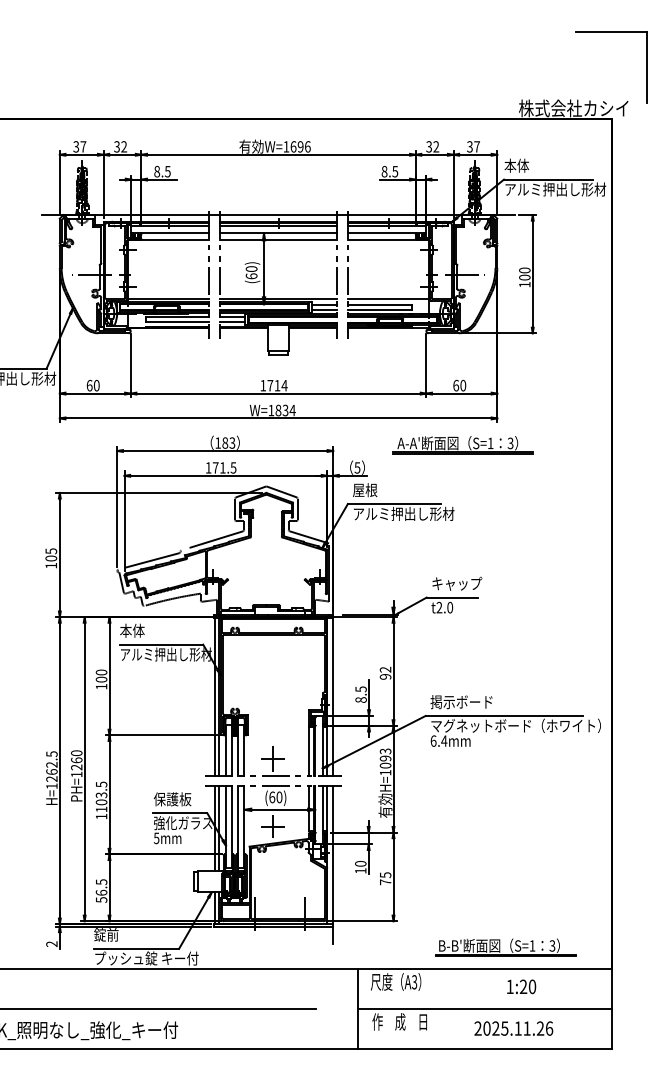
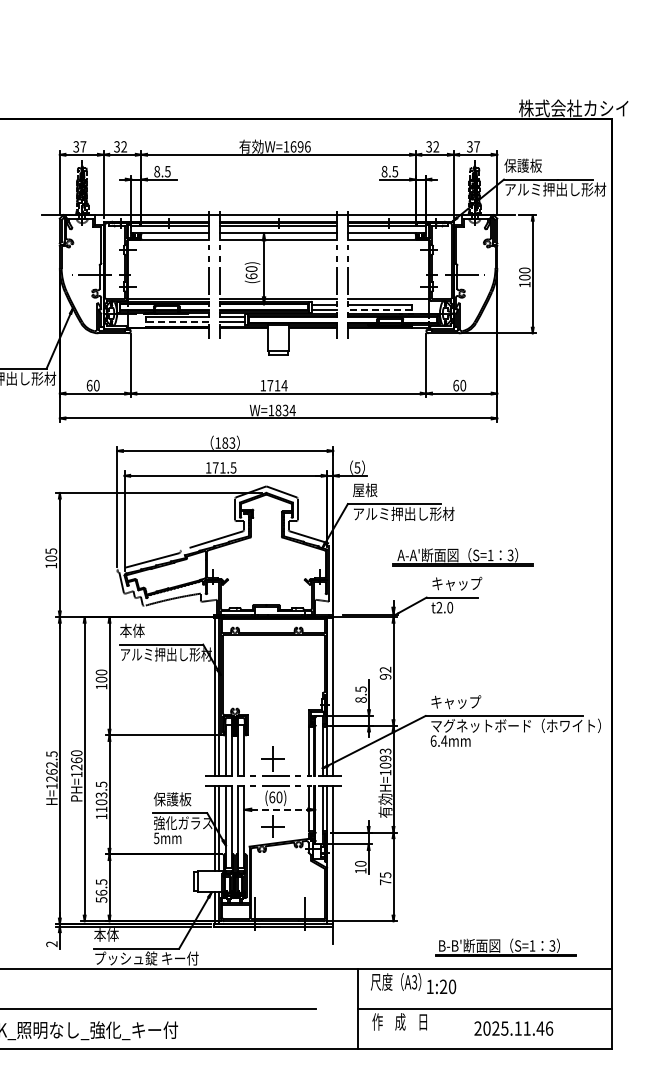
part at (611, 32): present -> none
text at (522, 165): 本体 -> 保護板
line at (379, 309): solid -> dashed
line at (177, 322): solid -> dashed
part at (462, 445) position: (462, 445) -> (462, 557)
text at (461, 702): 掲示ボード -> キャップ
line at (280, 809): solid -> dashed
text at (106, 934): 錠前 -> 本体
text at (521, 986) position: (521, 986) -> (441, 986)
text at (540, 1028): 2025.11.26 -> 2025.11.46
